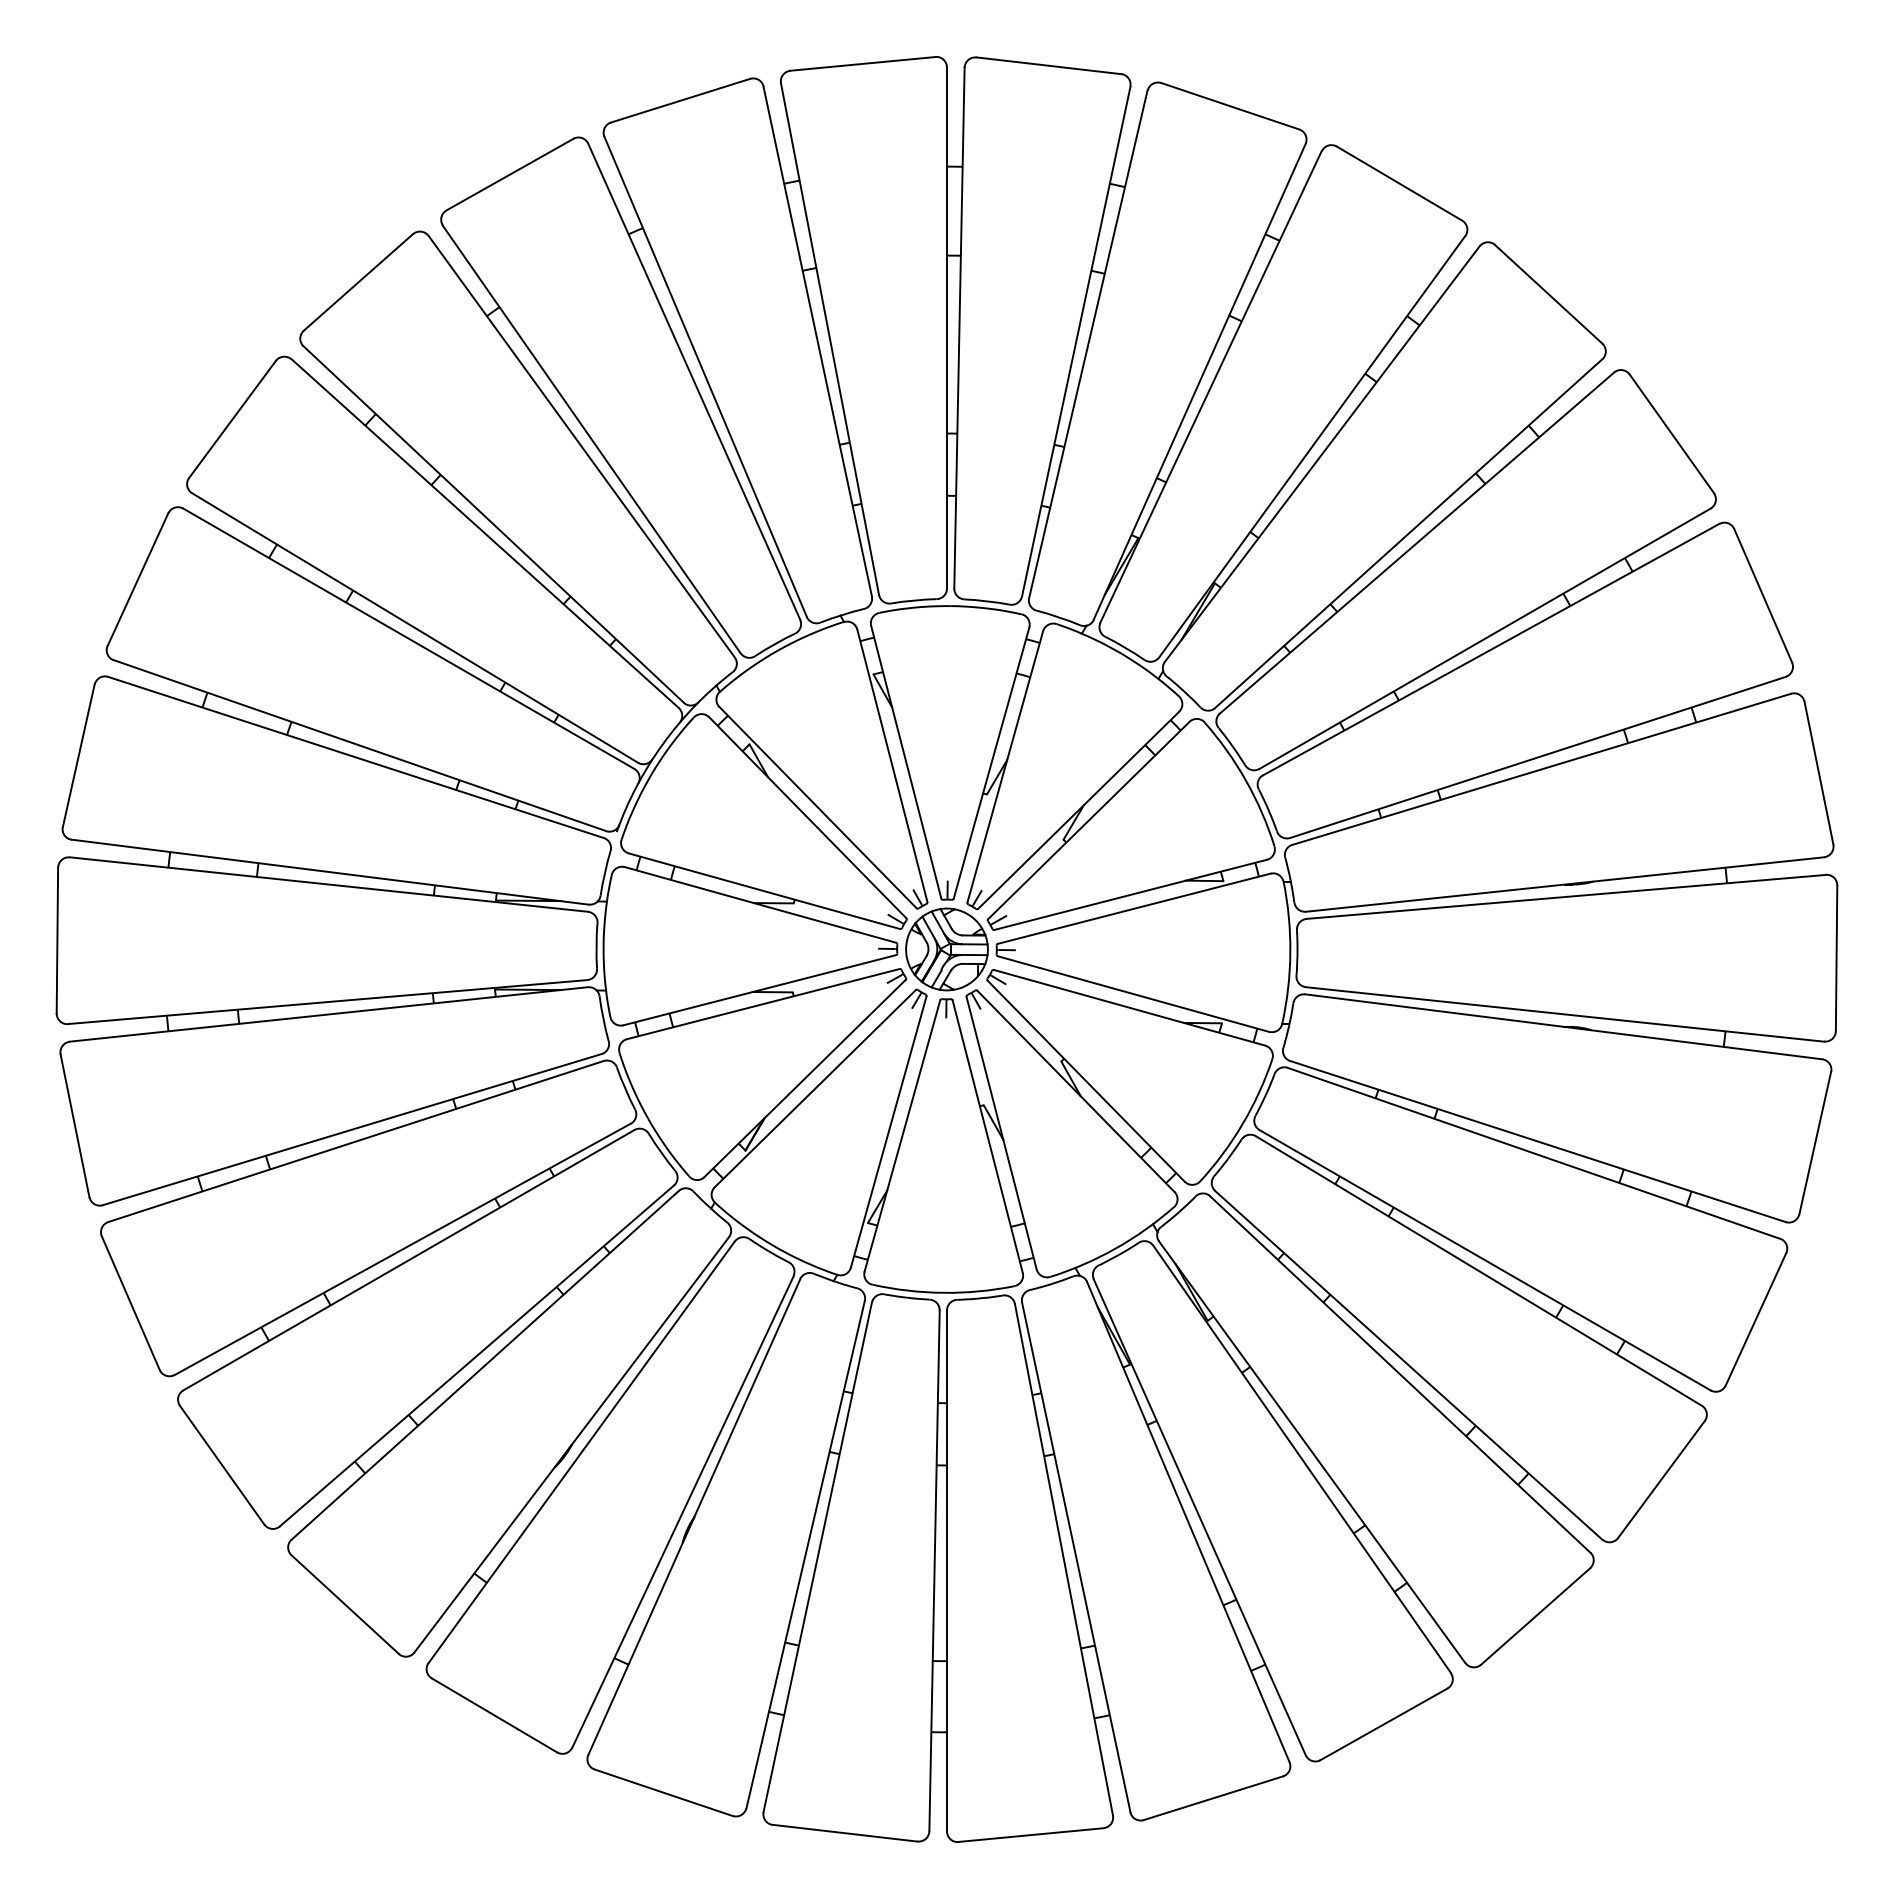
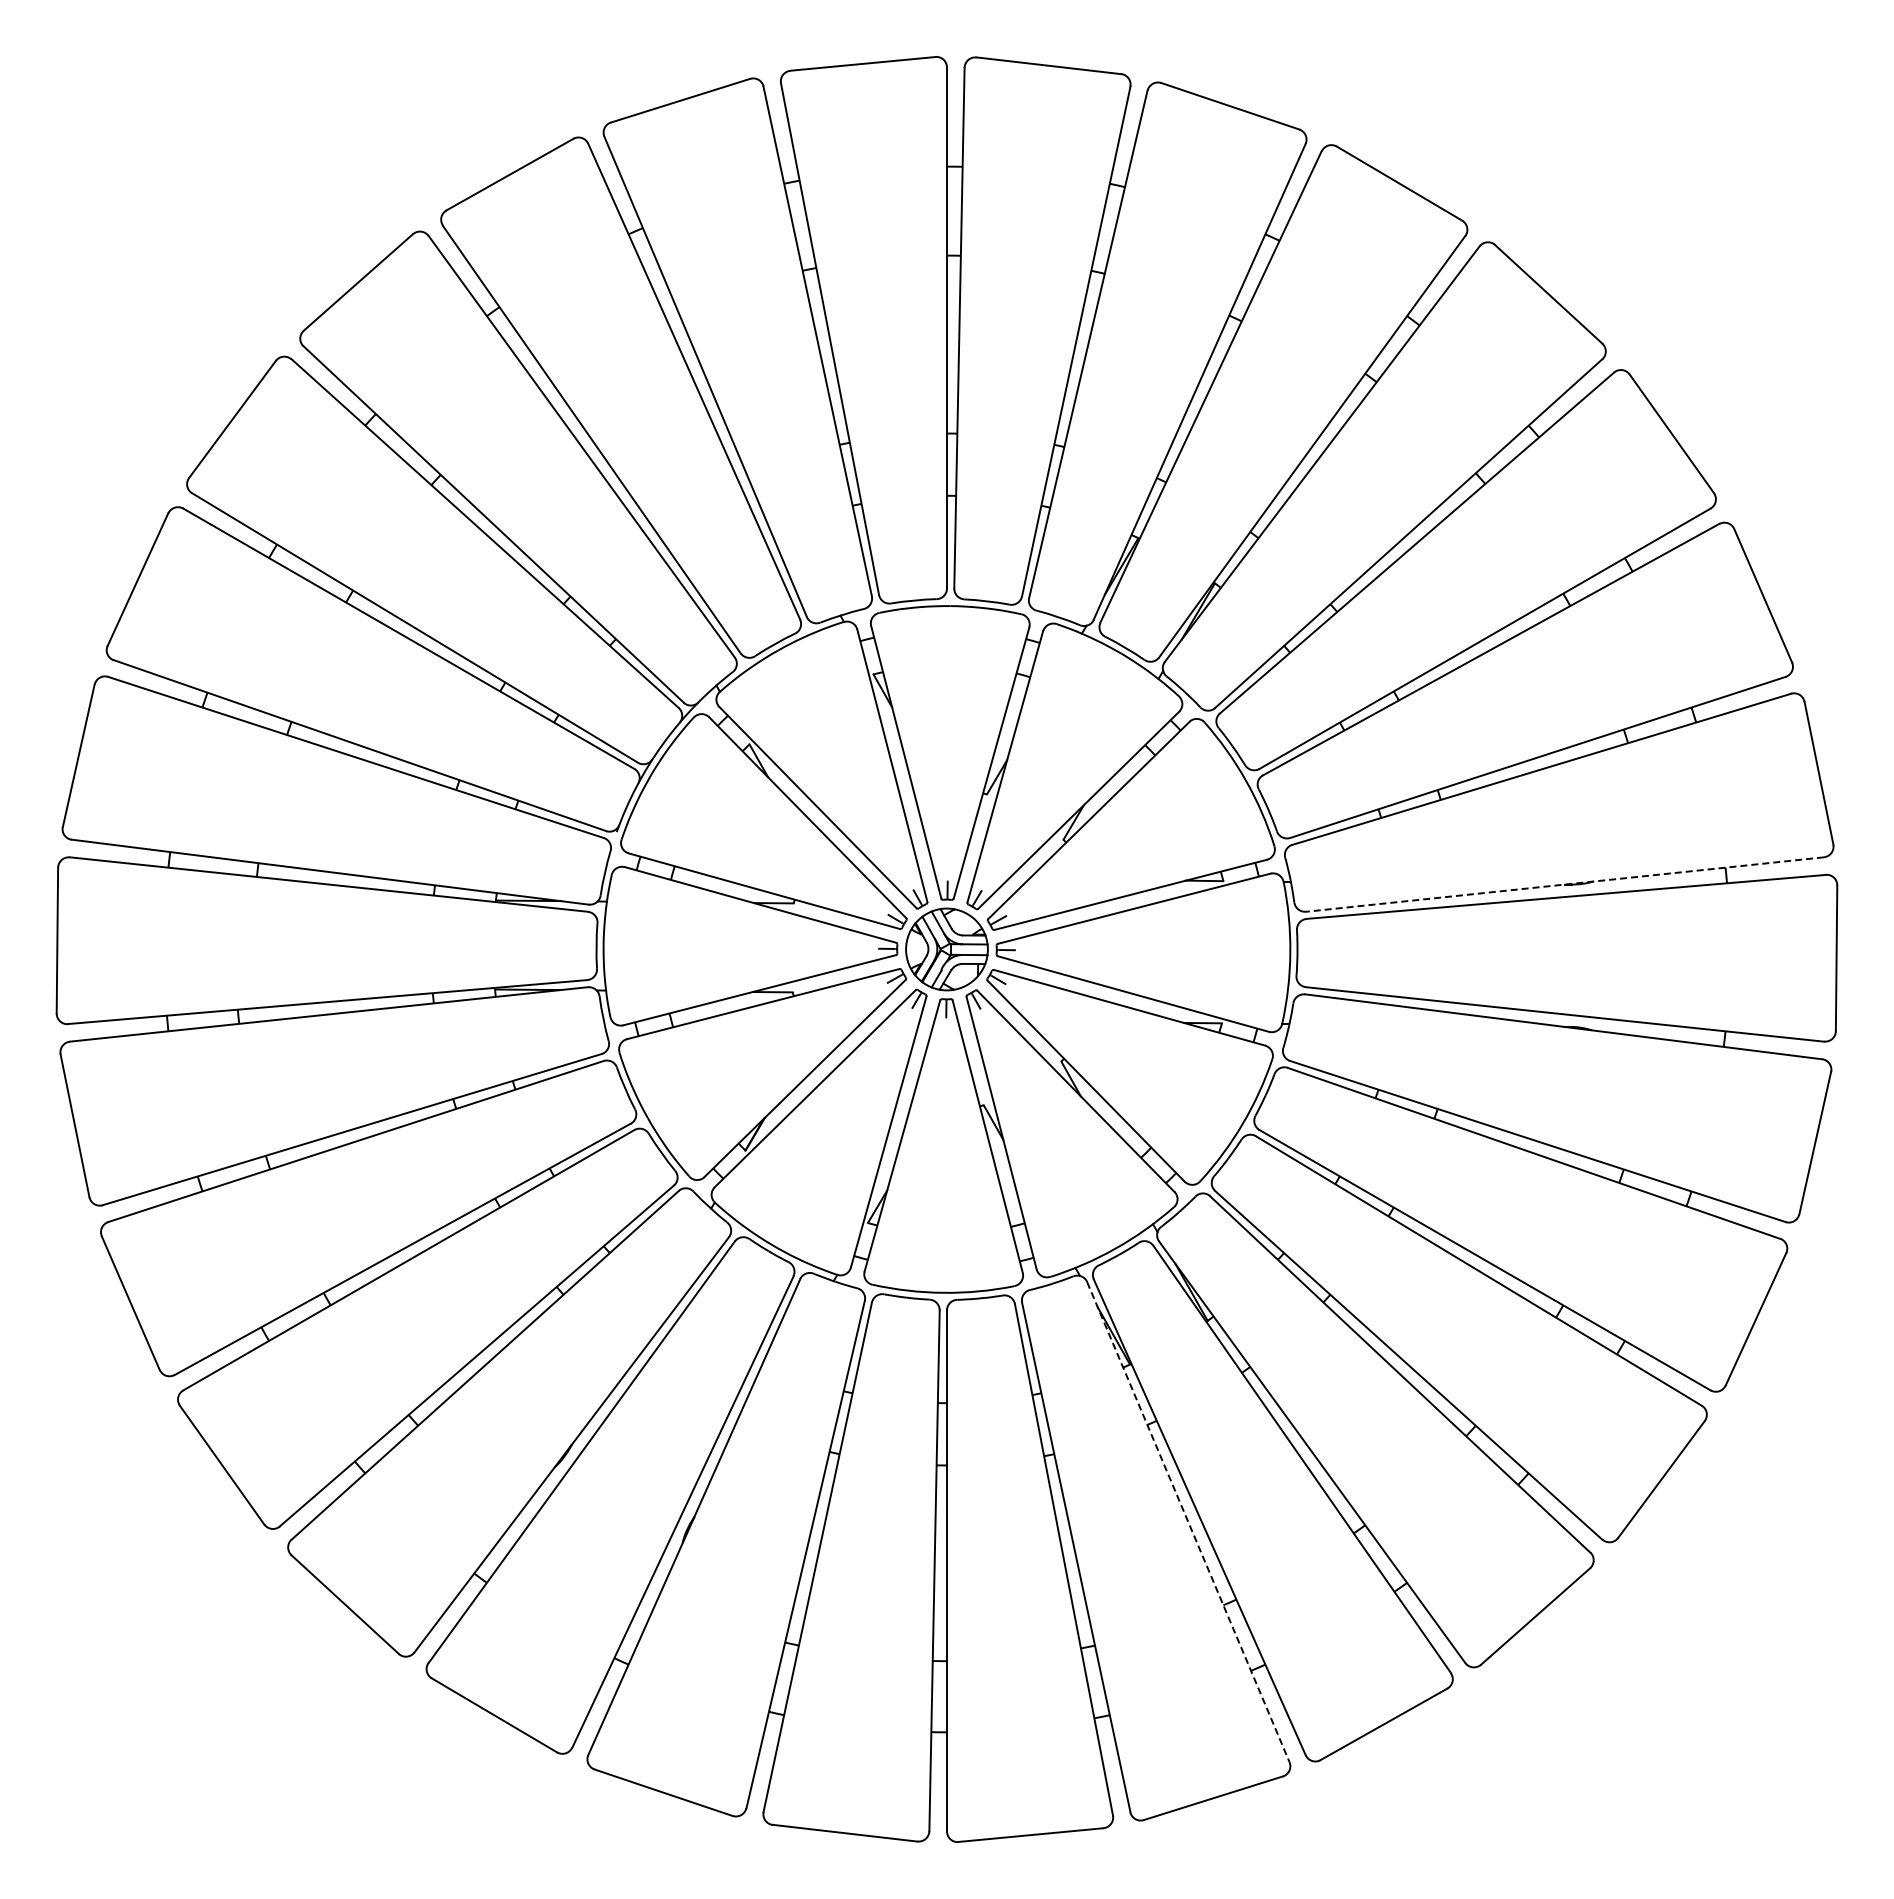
line at (1564, 884): solid -> dashed
line at (1188, 1522): solid -> dashed
